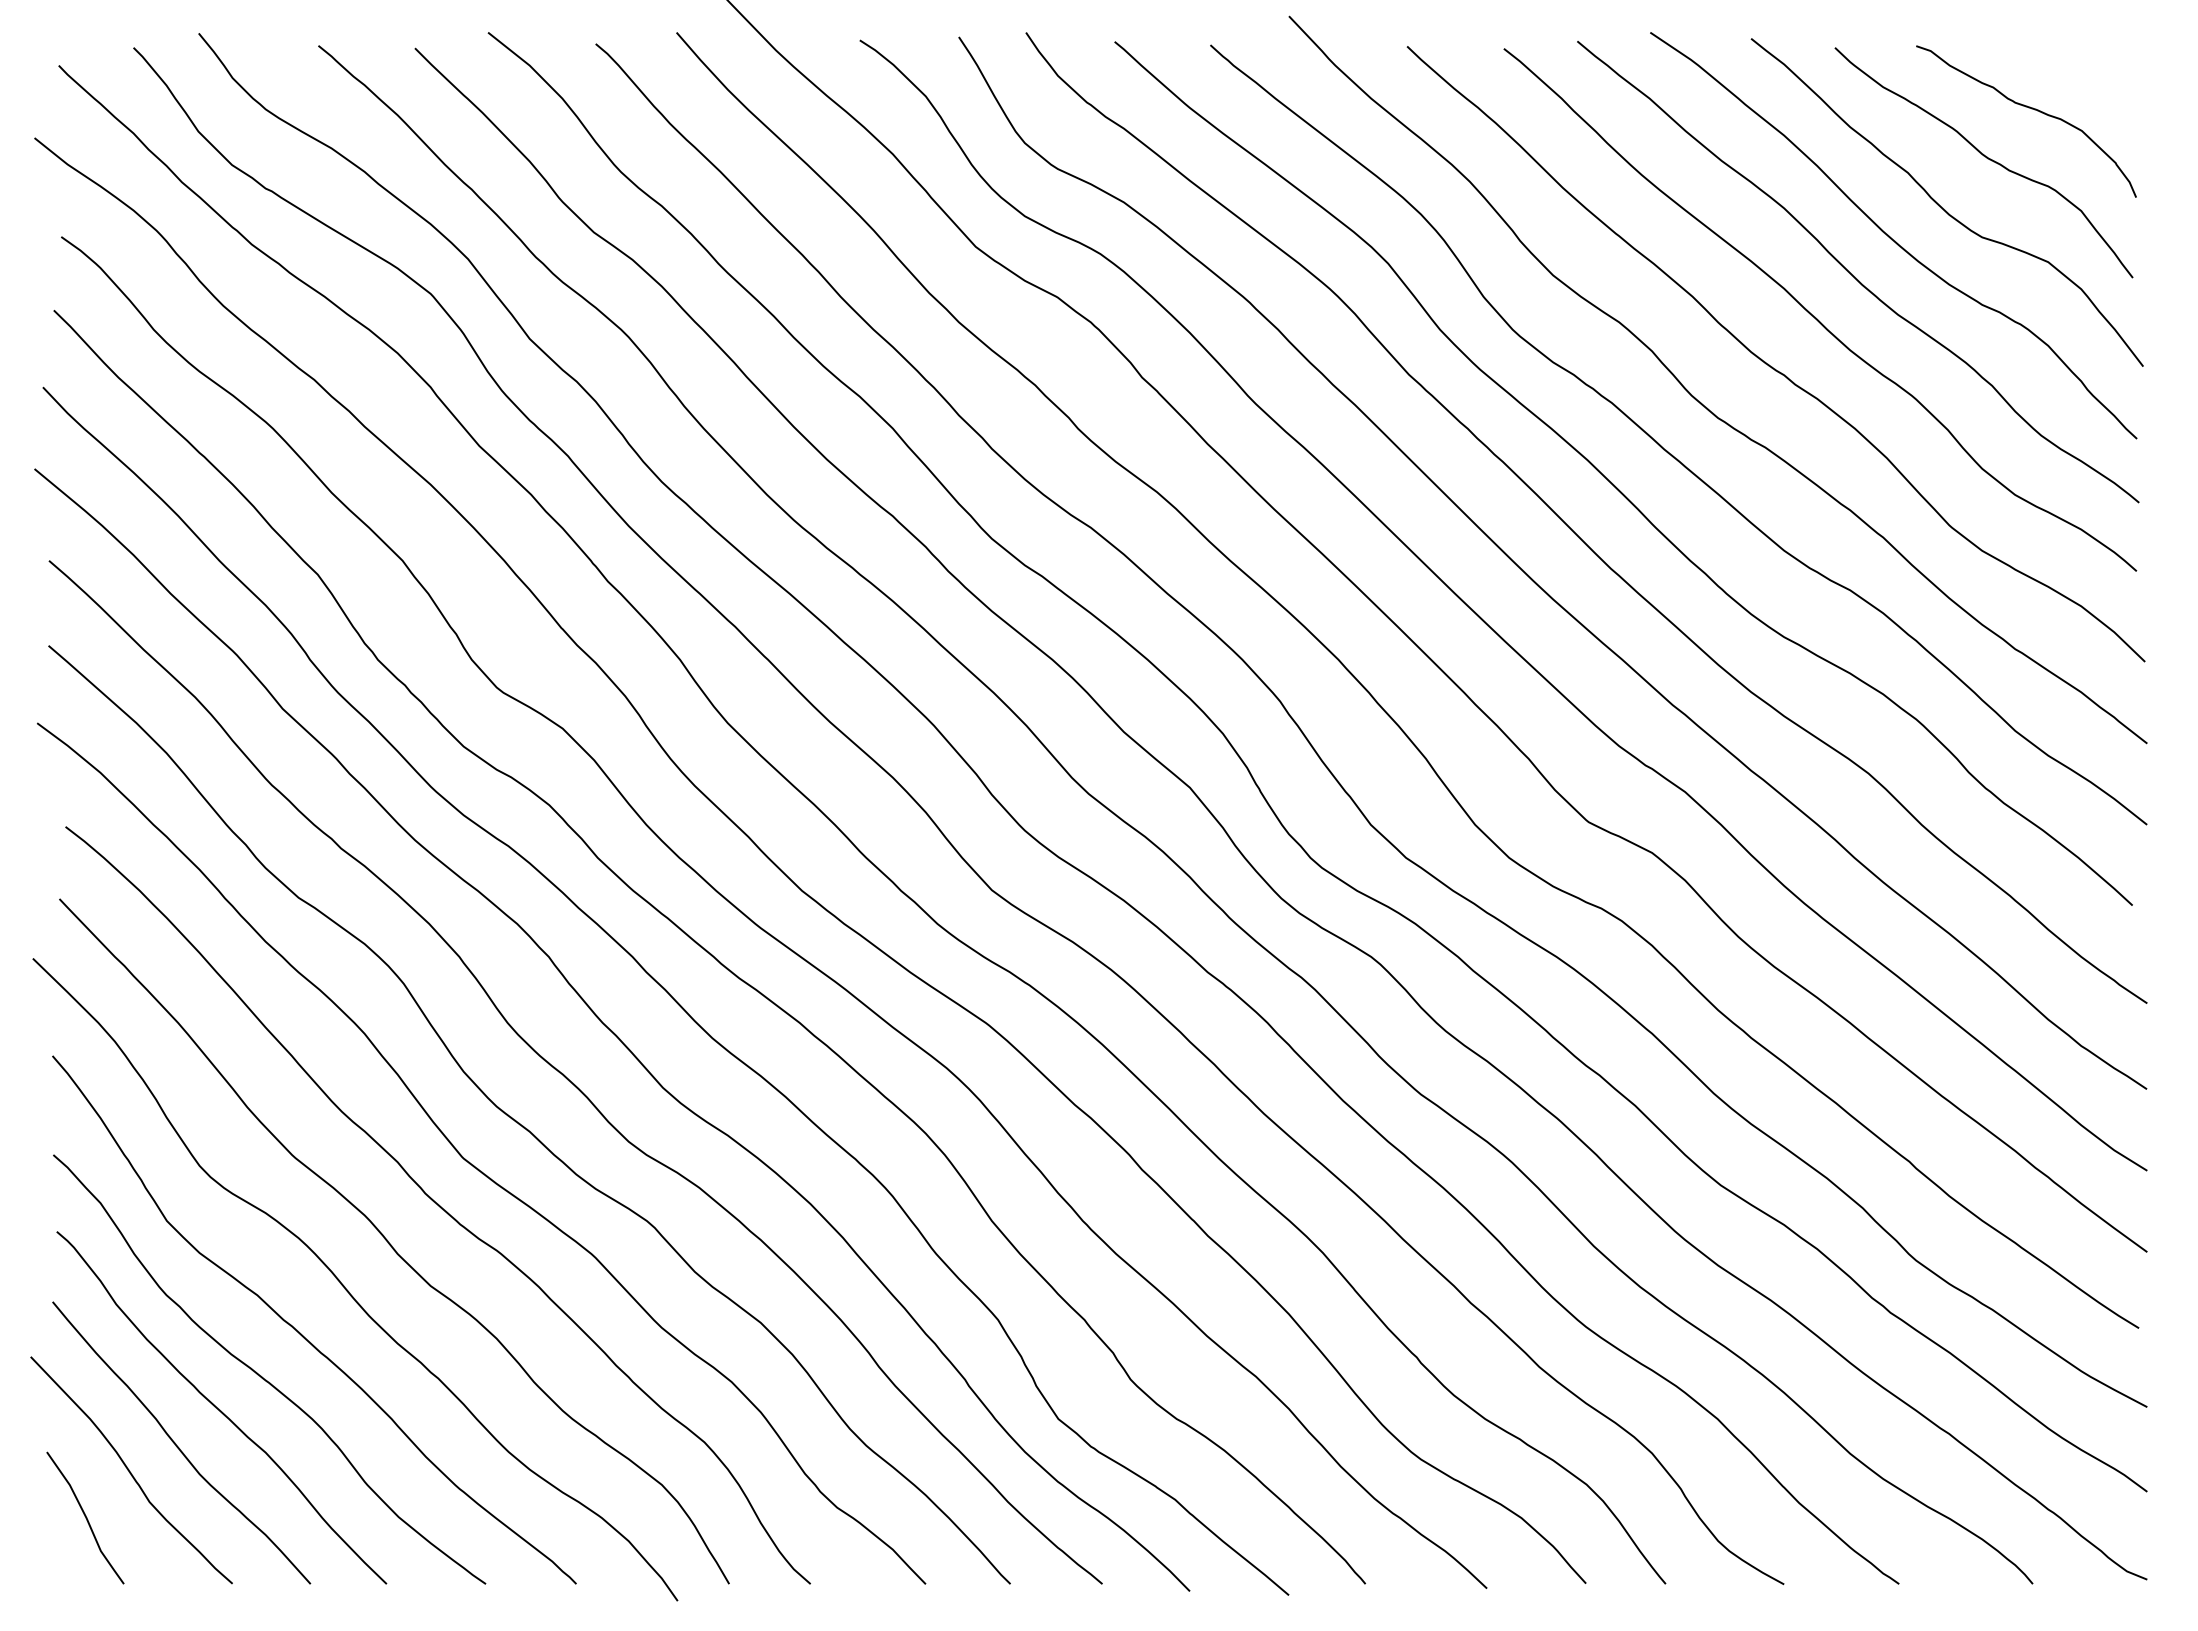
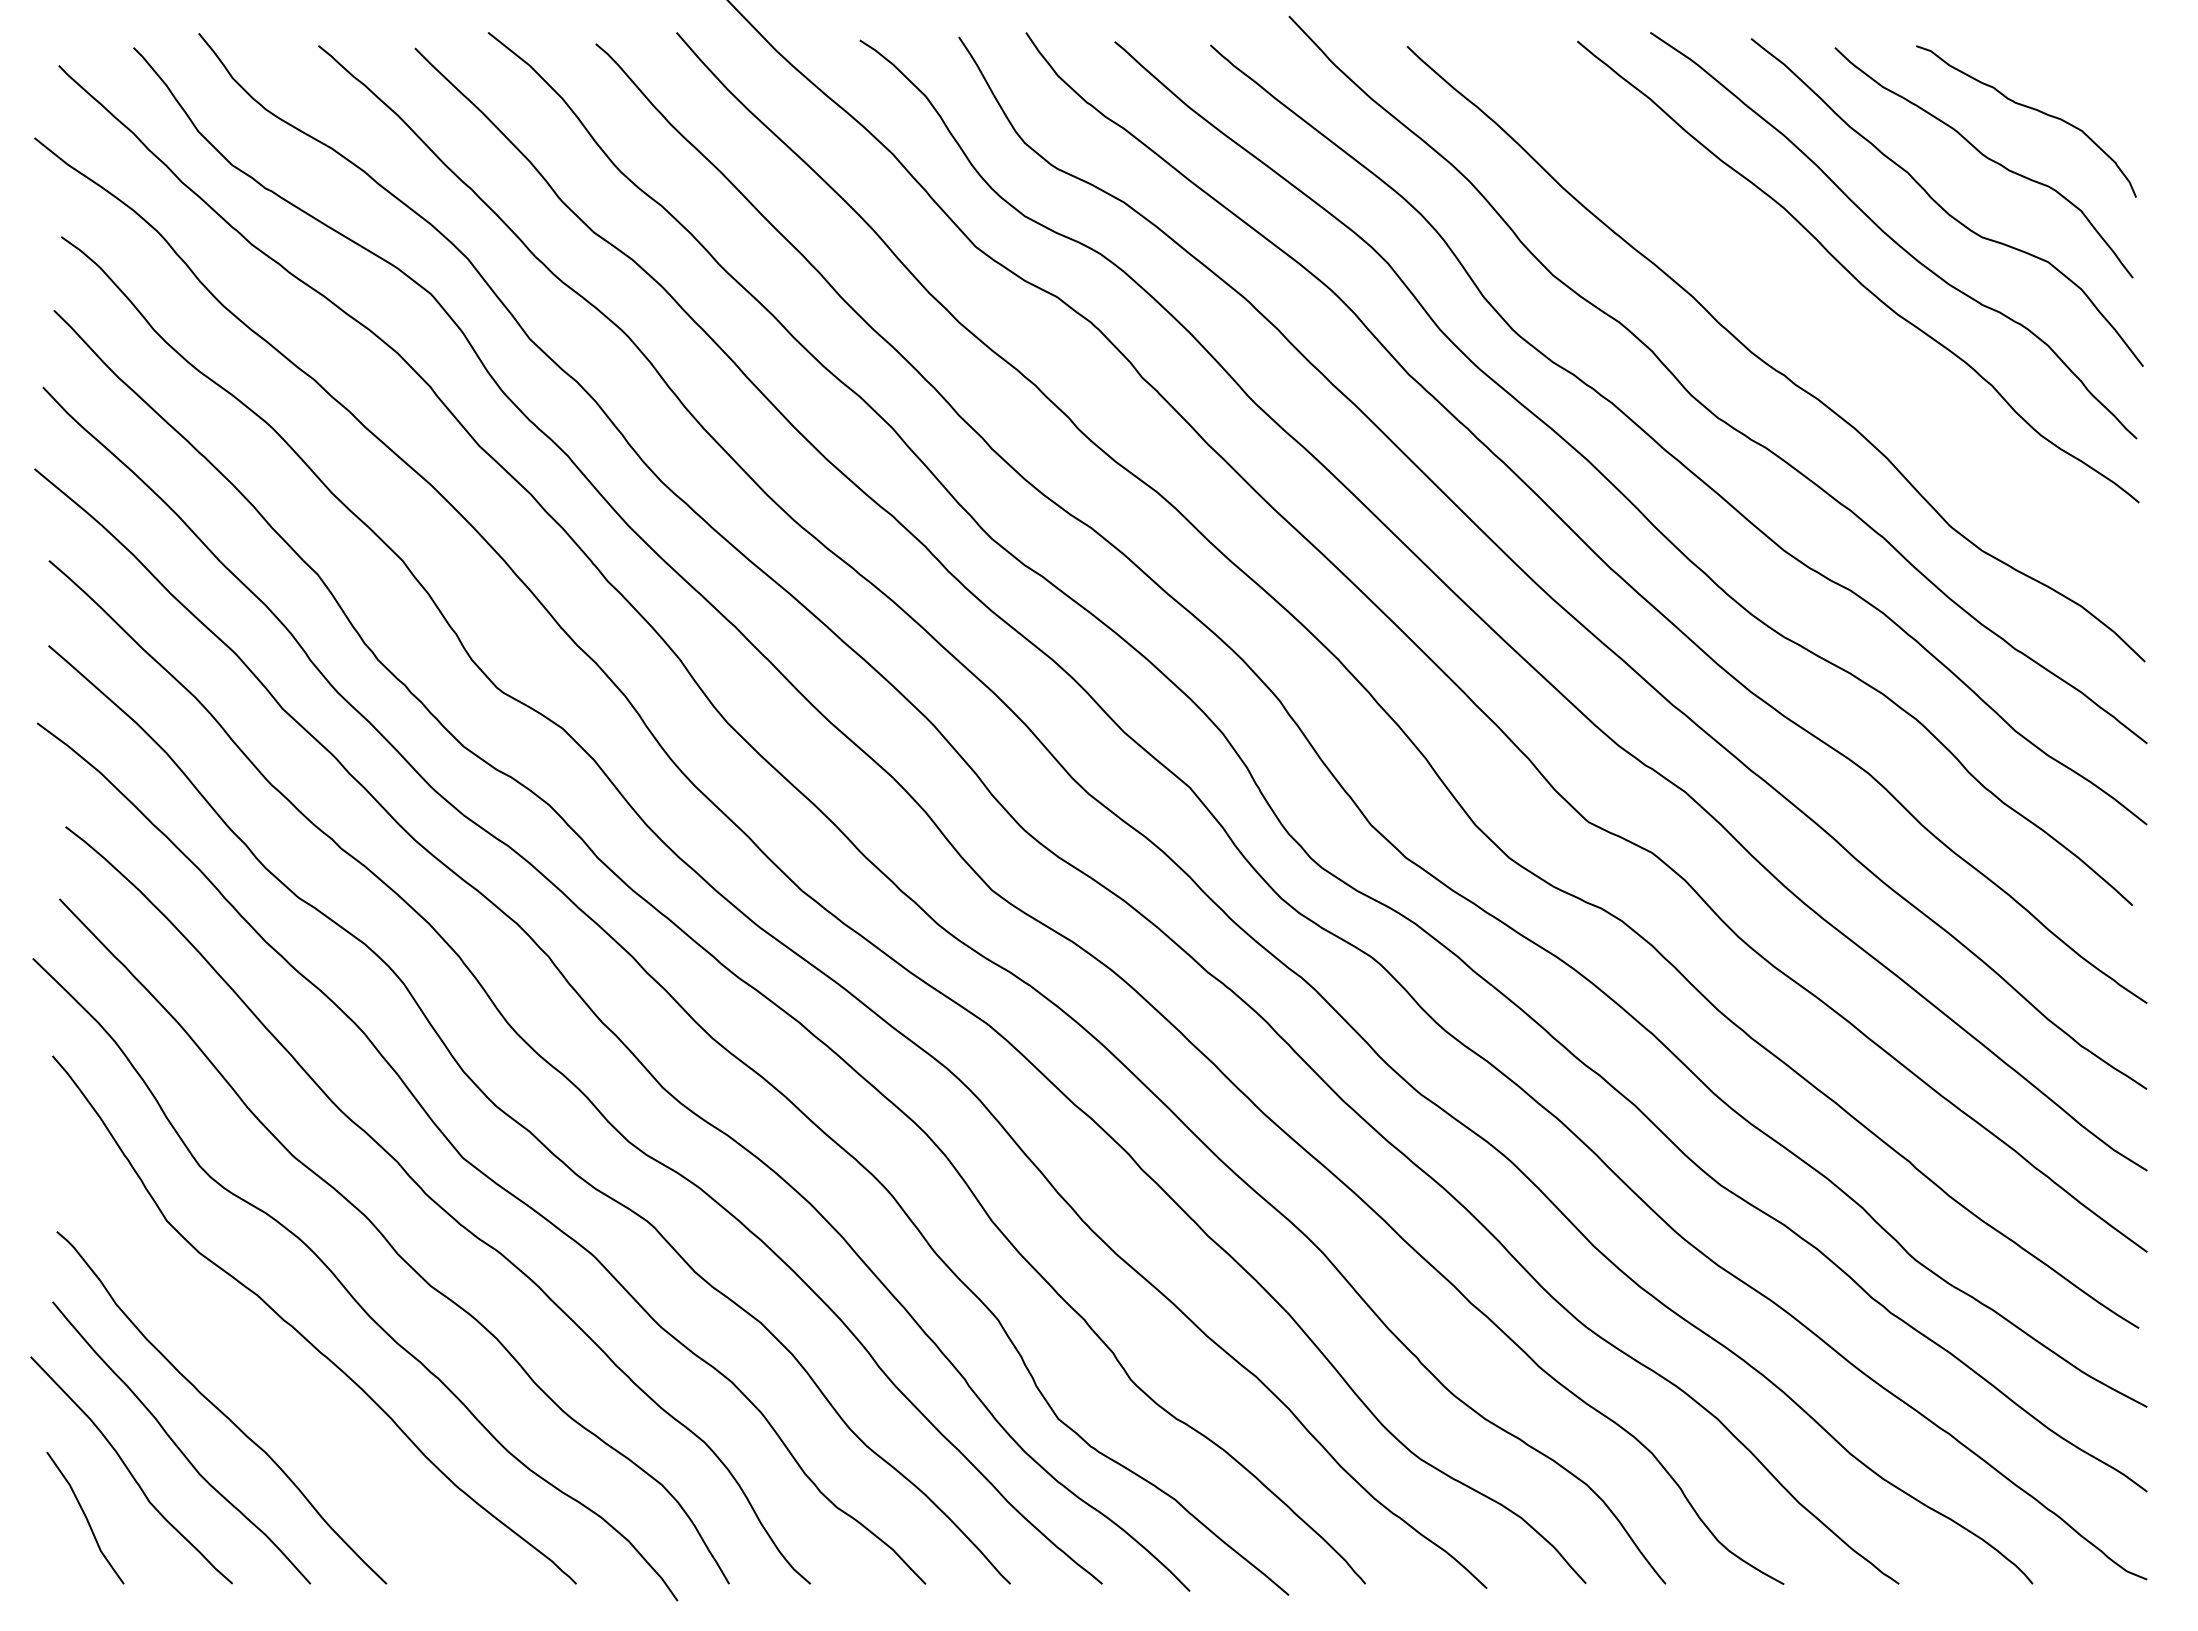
curve at (1815, 316): present -> none
curve at (262, 1376): present -> none
